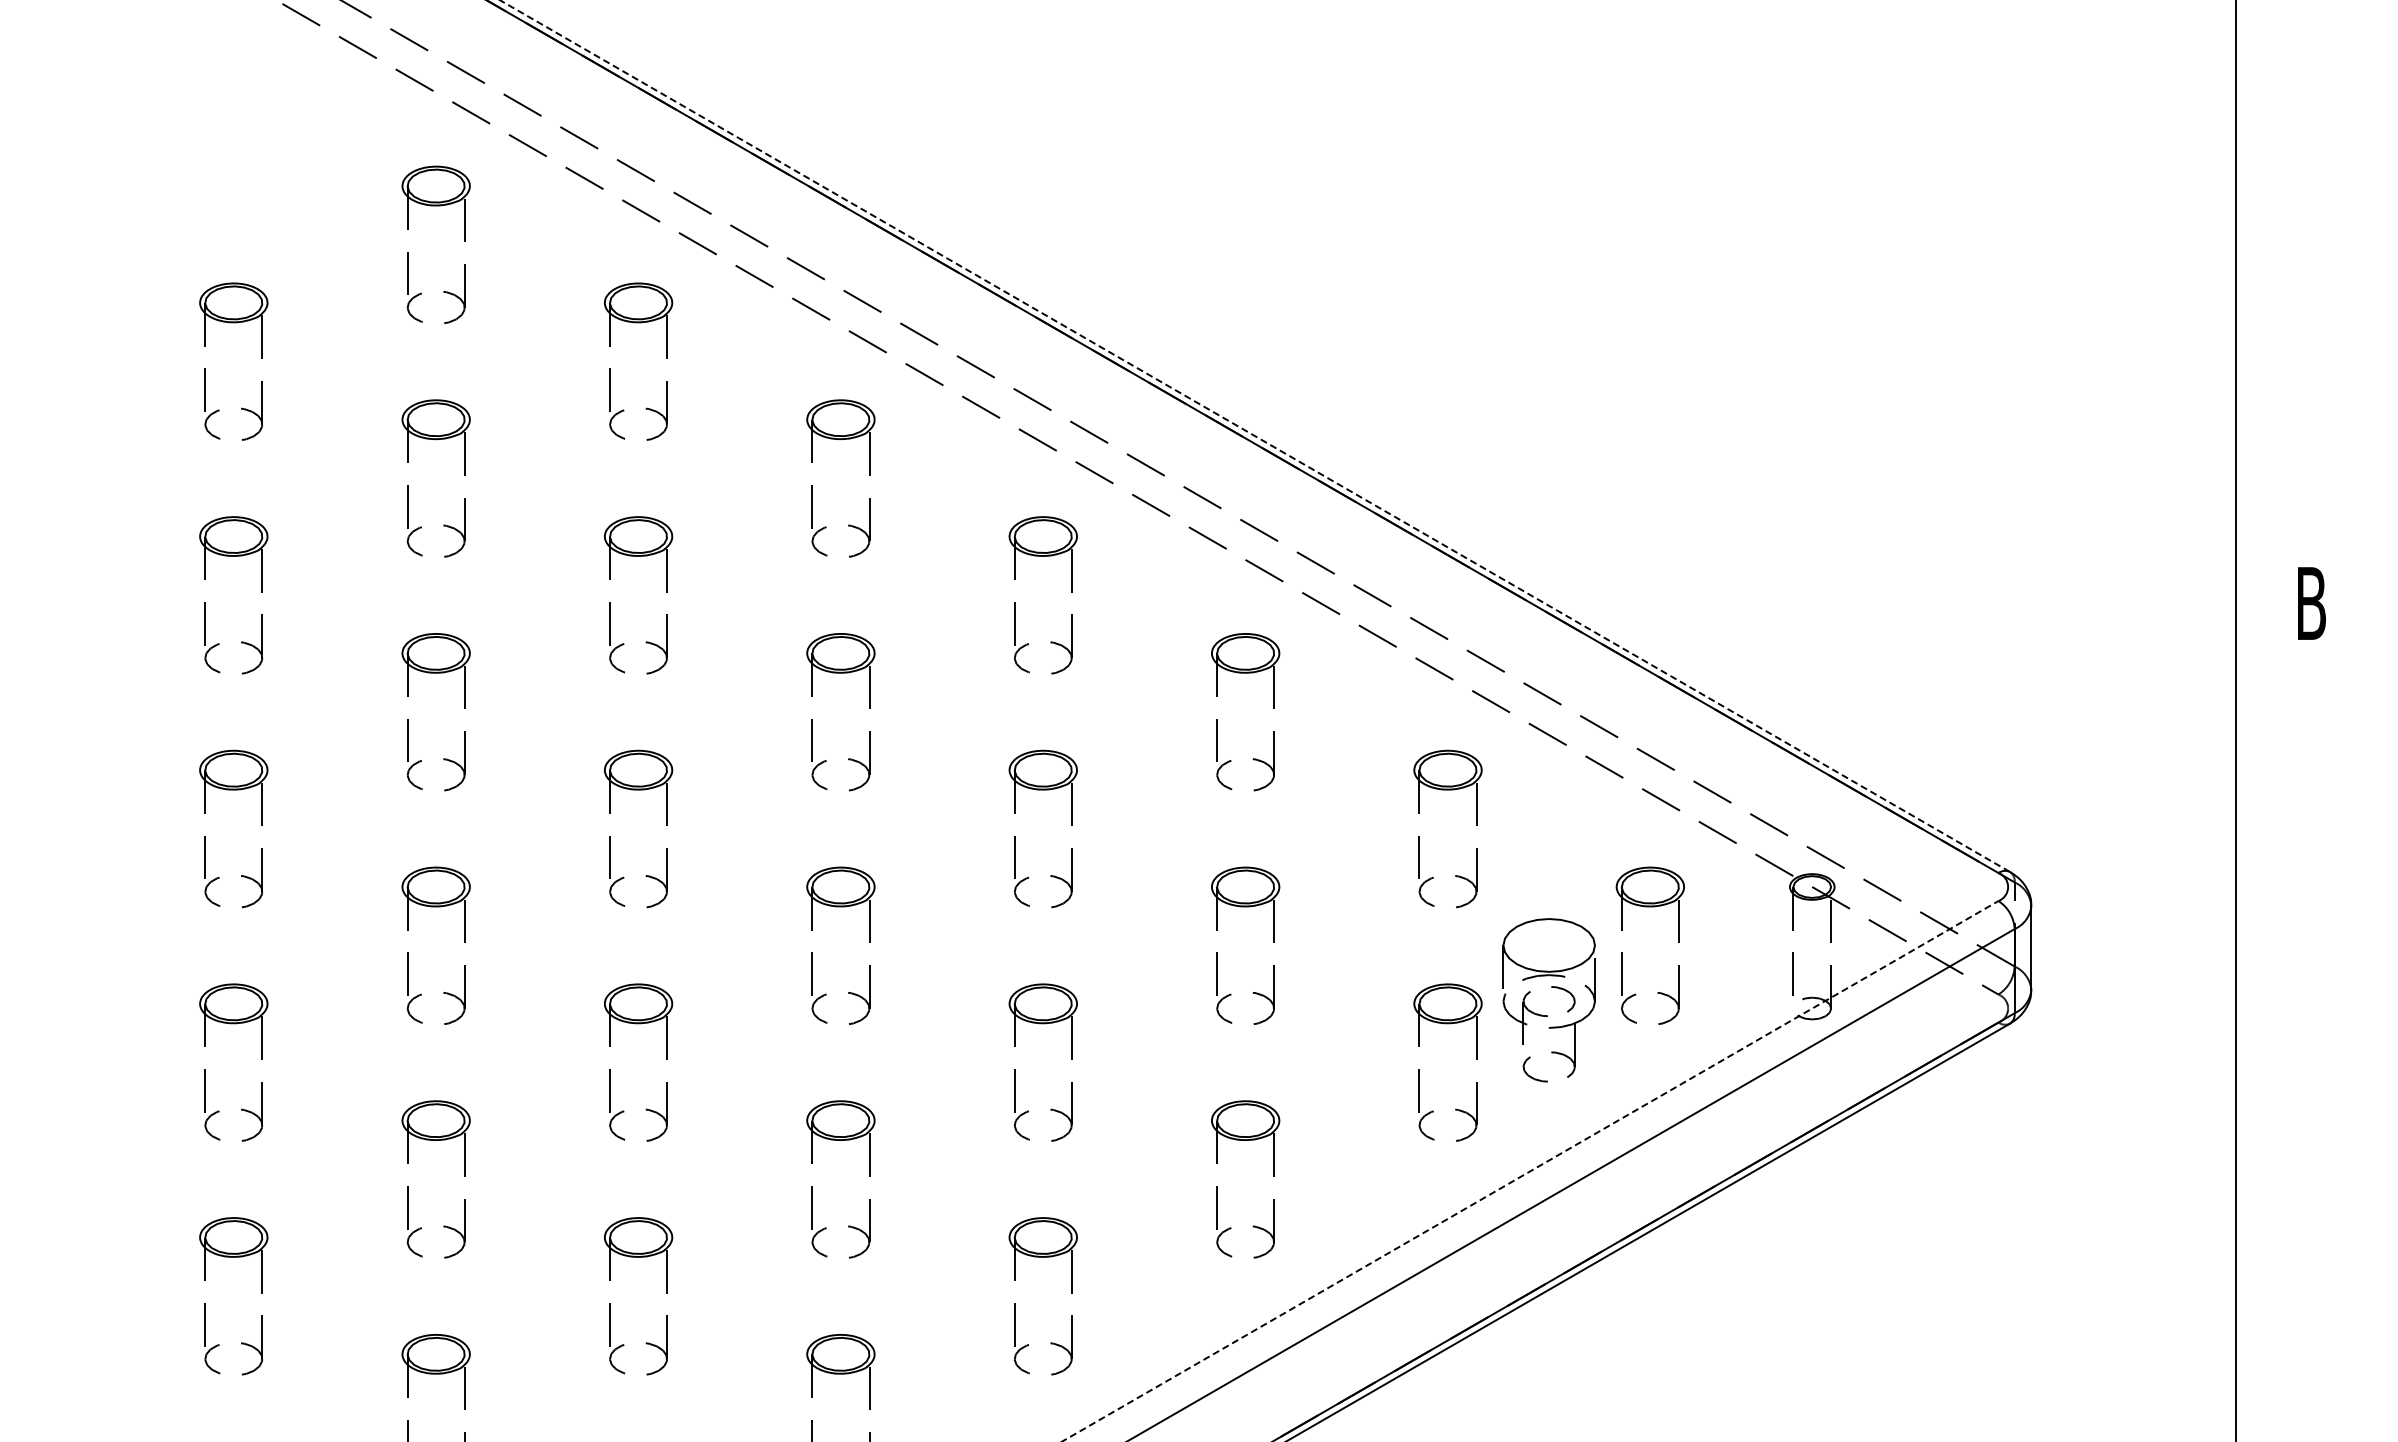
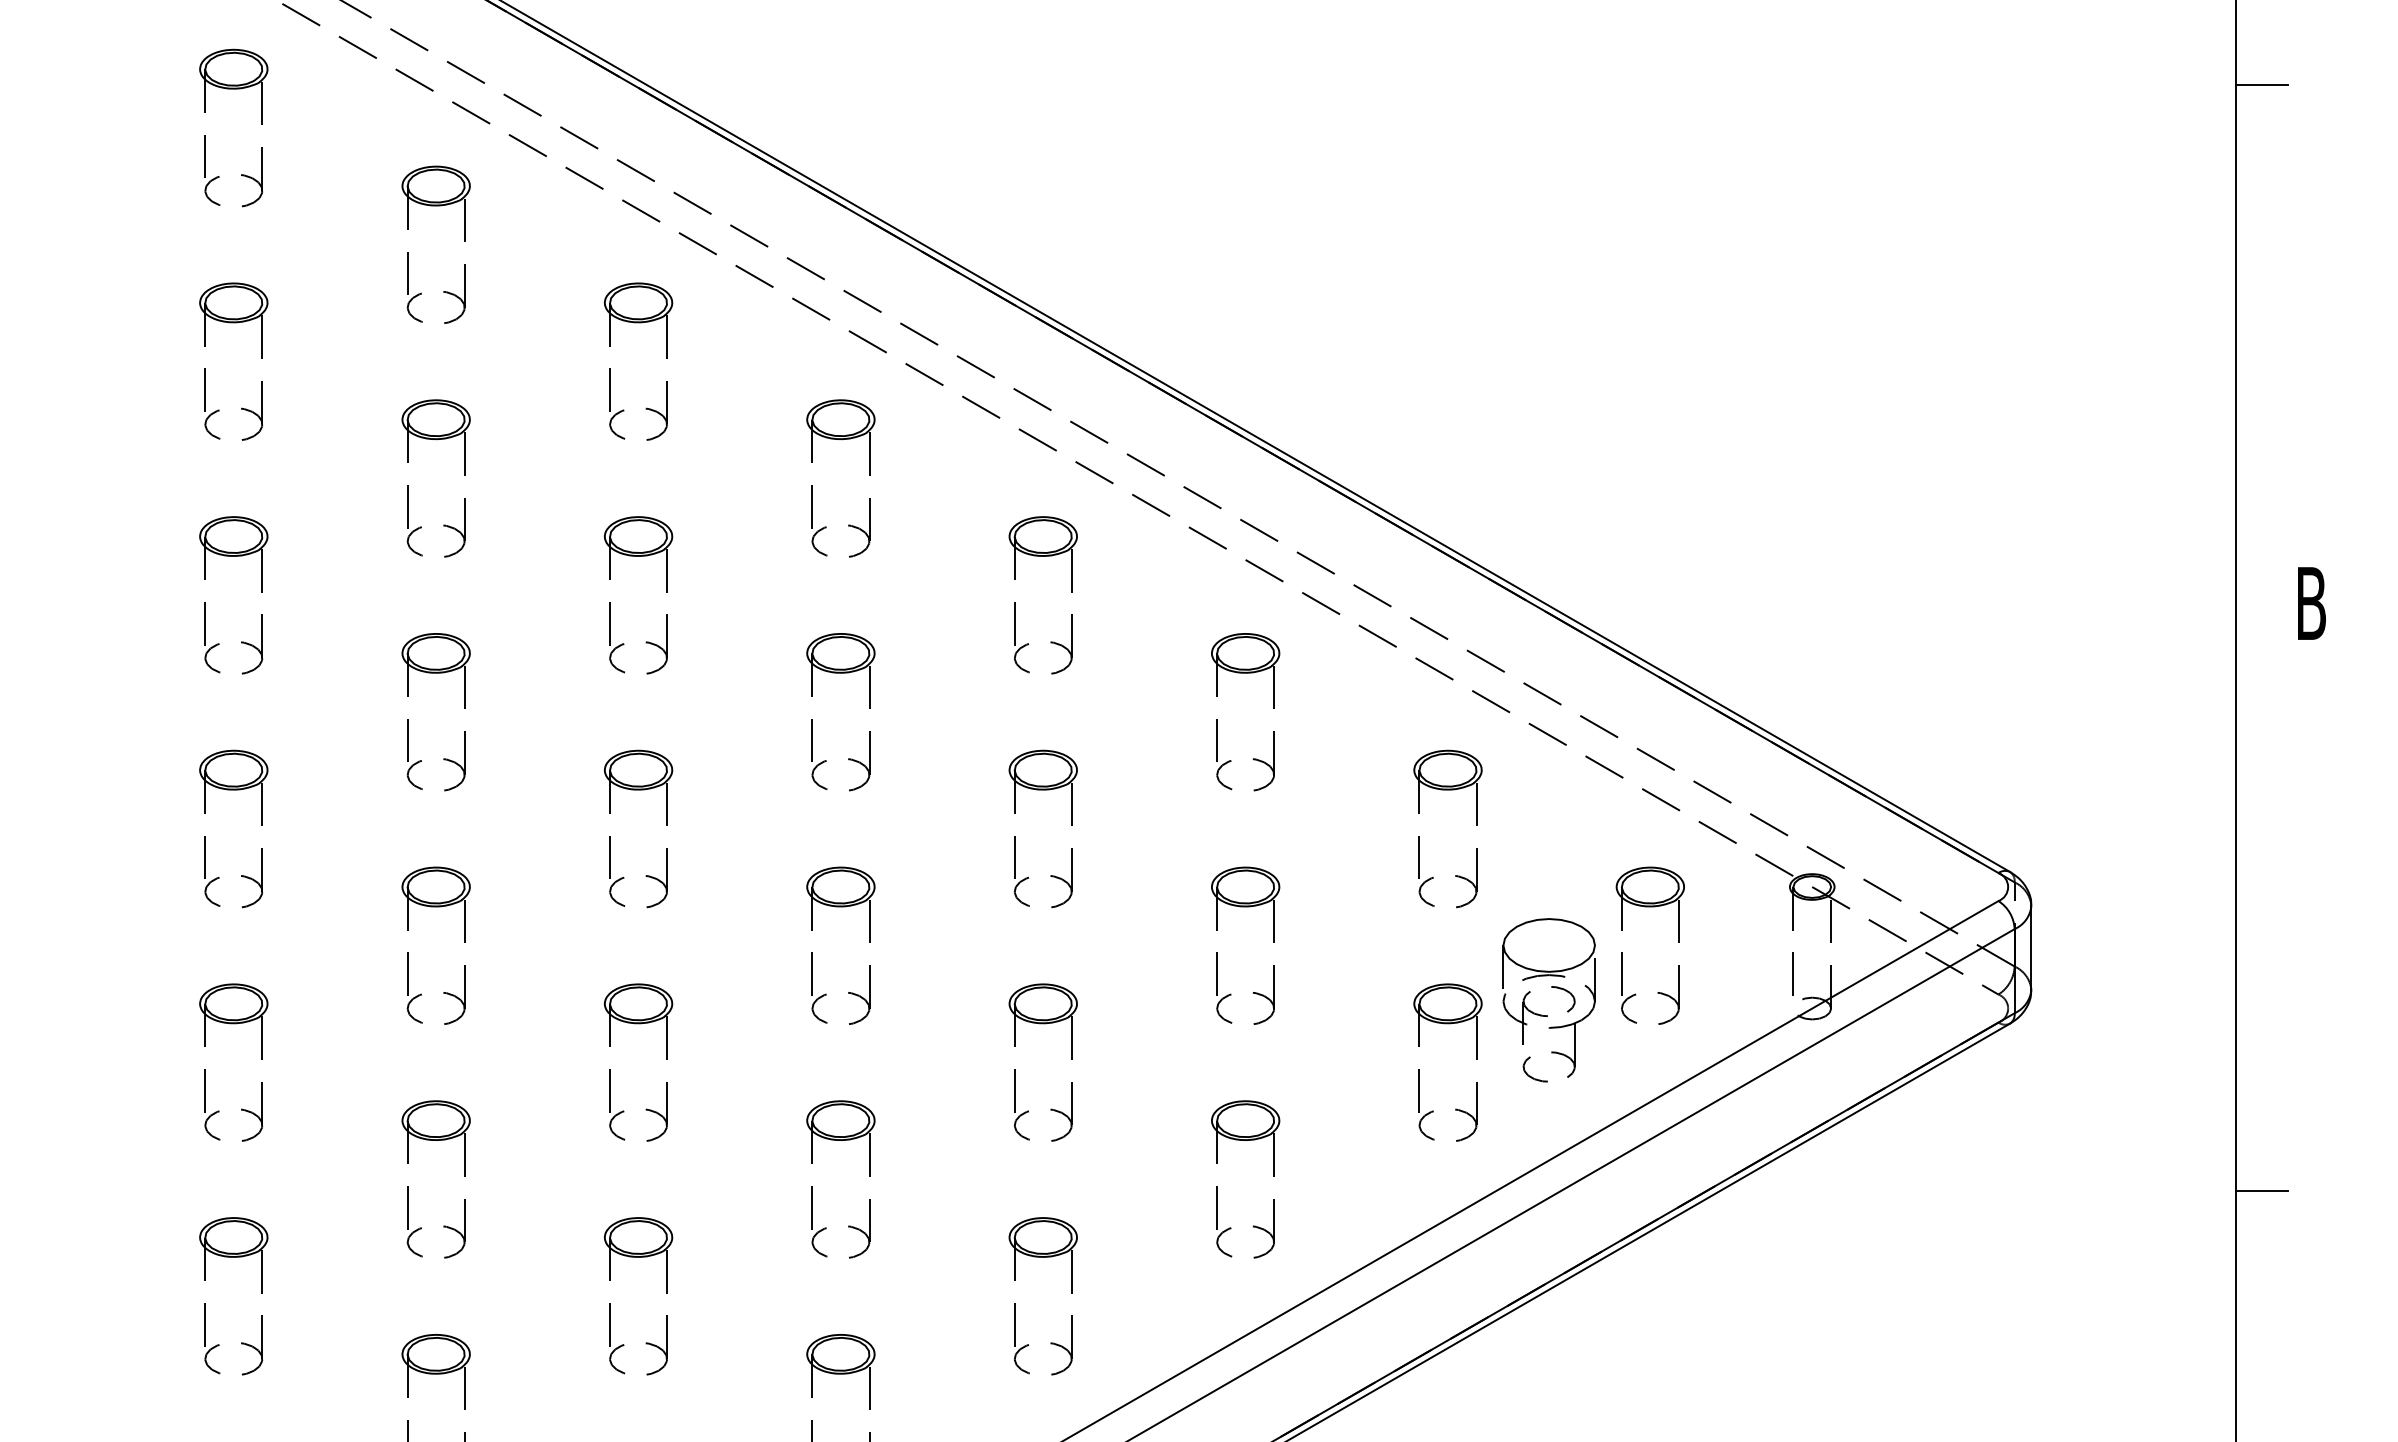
line at (2261, 85): none -> present
part at (261, 124): none -> present
line at (1254, 436): dashed -> solid
line at (1529, 1171): dashed -> solid
line at (2261, 1191): none -> present
